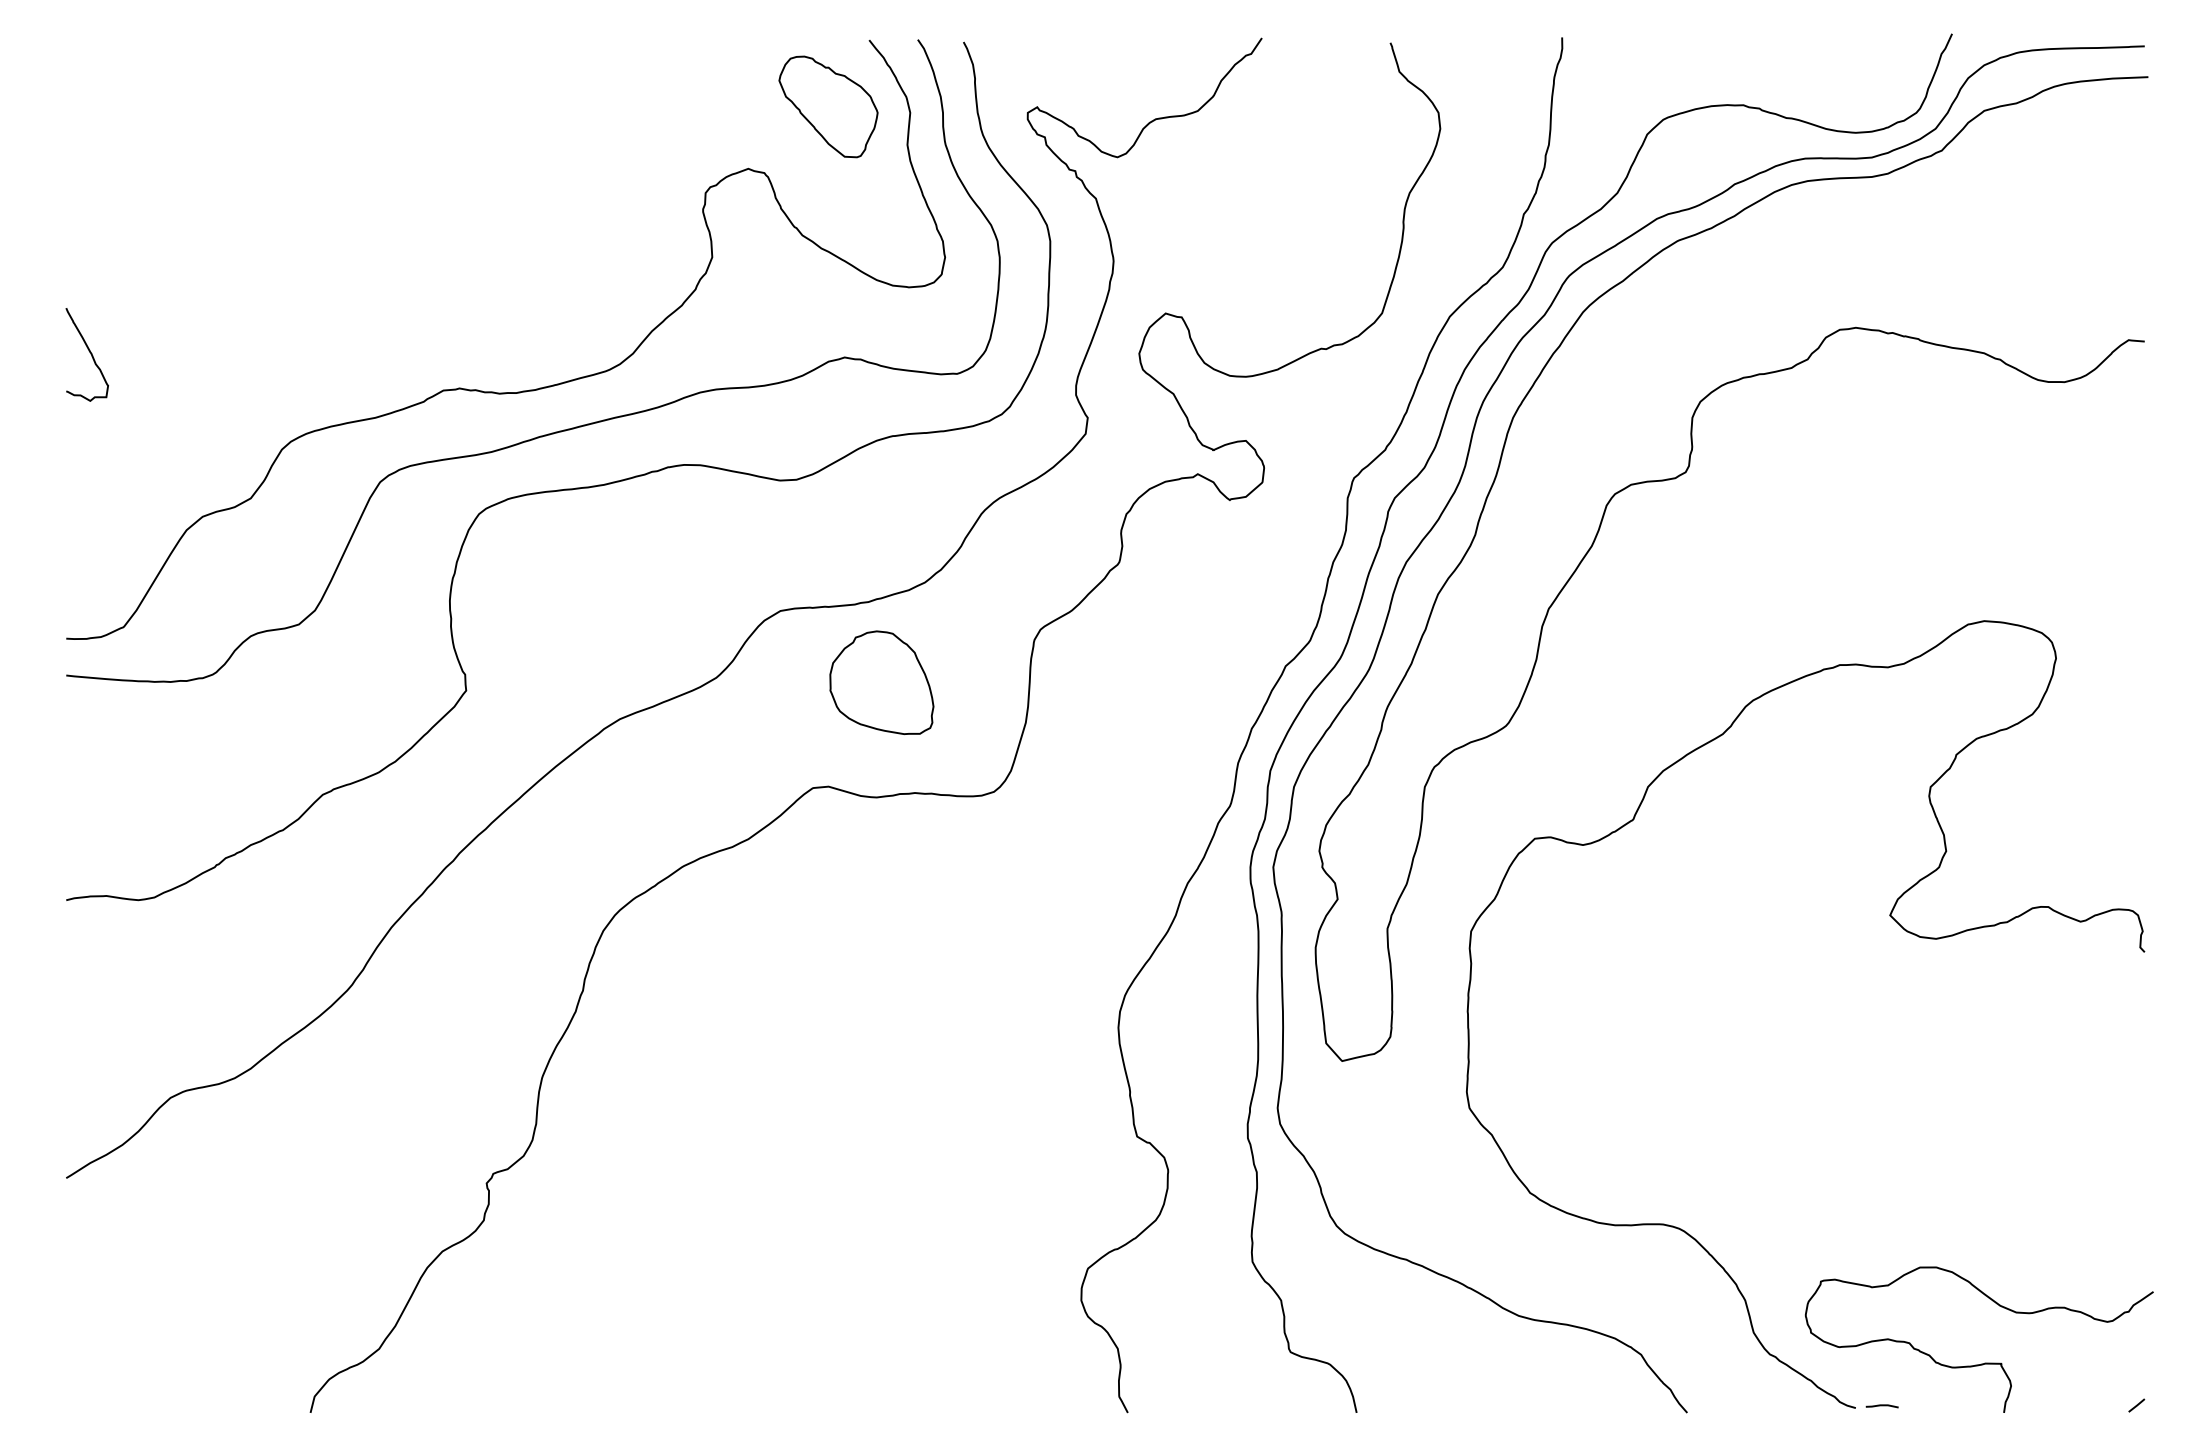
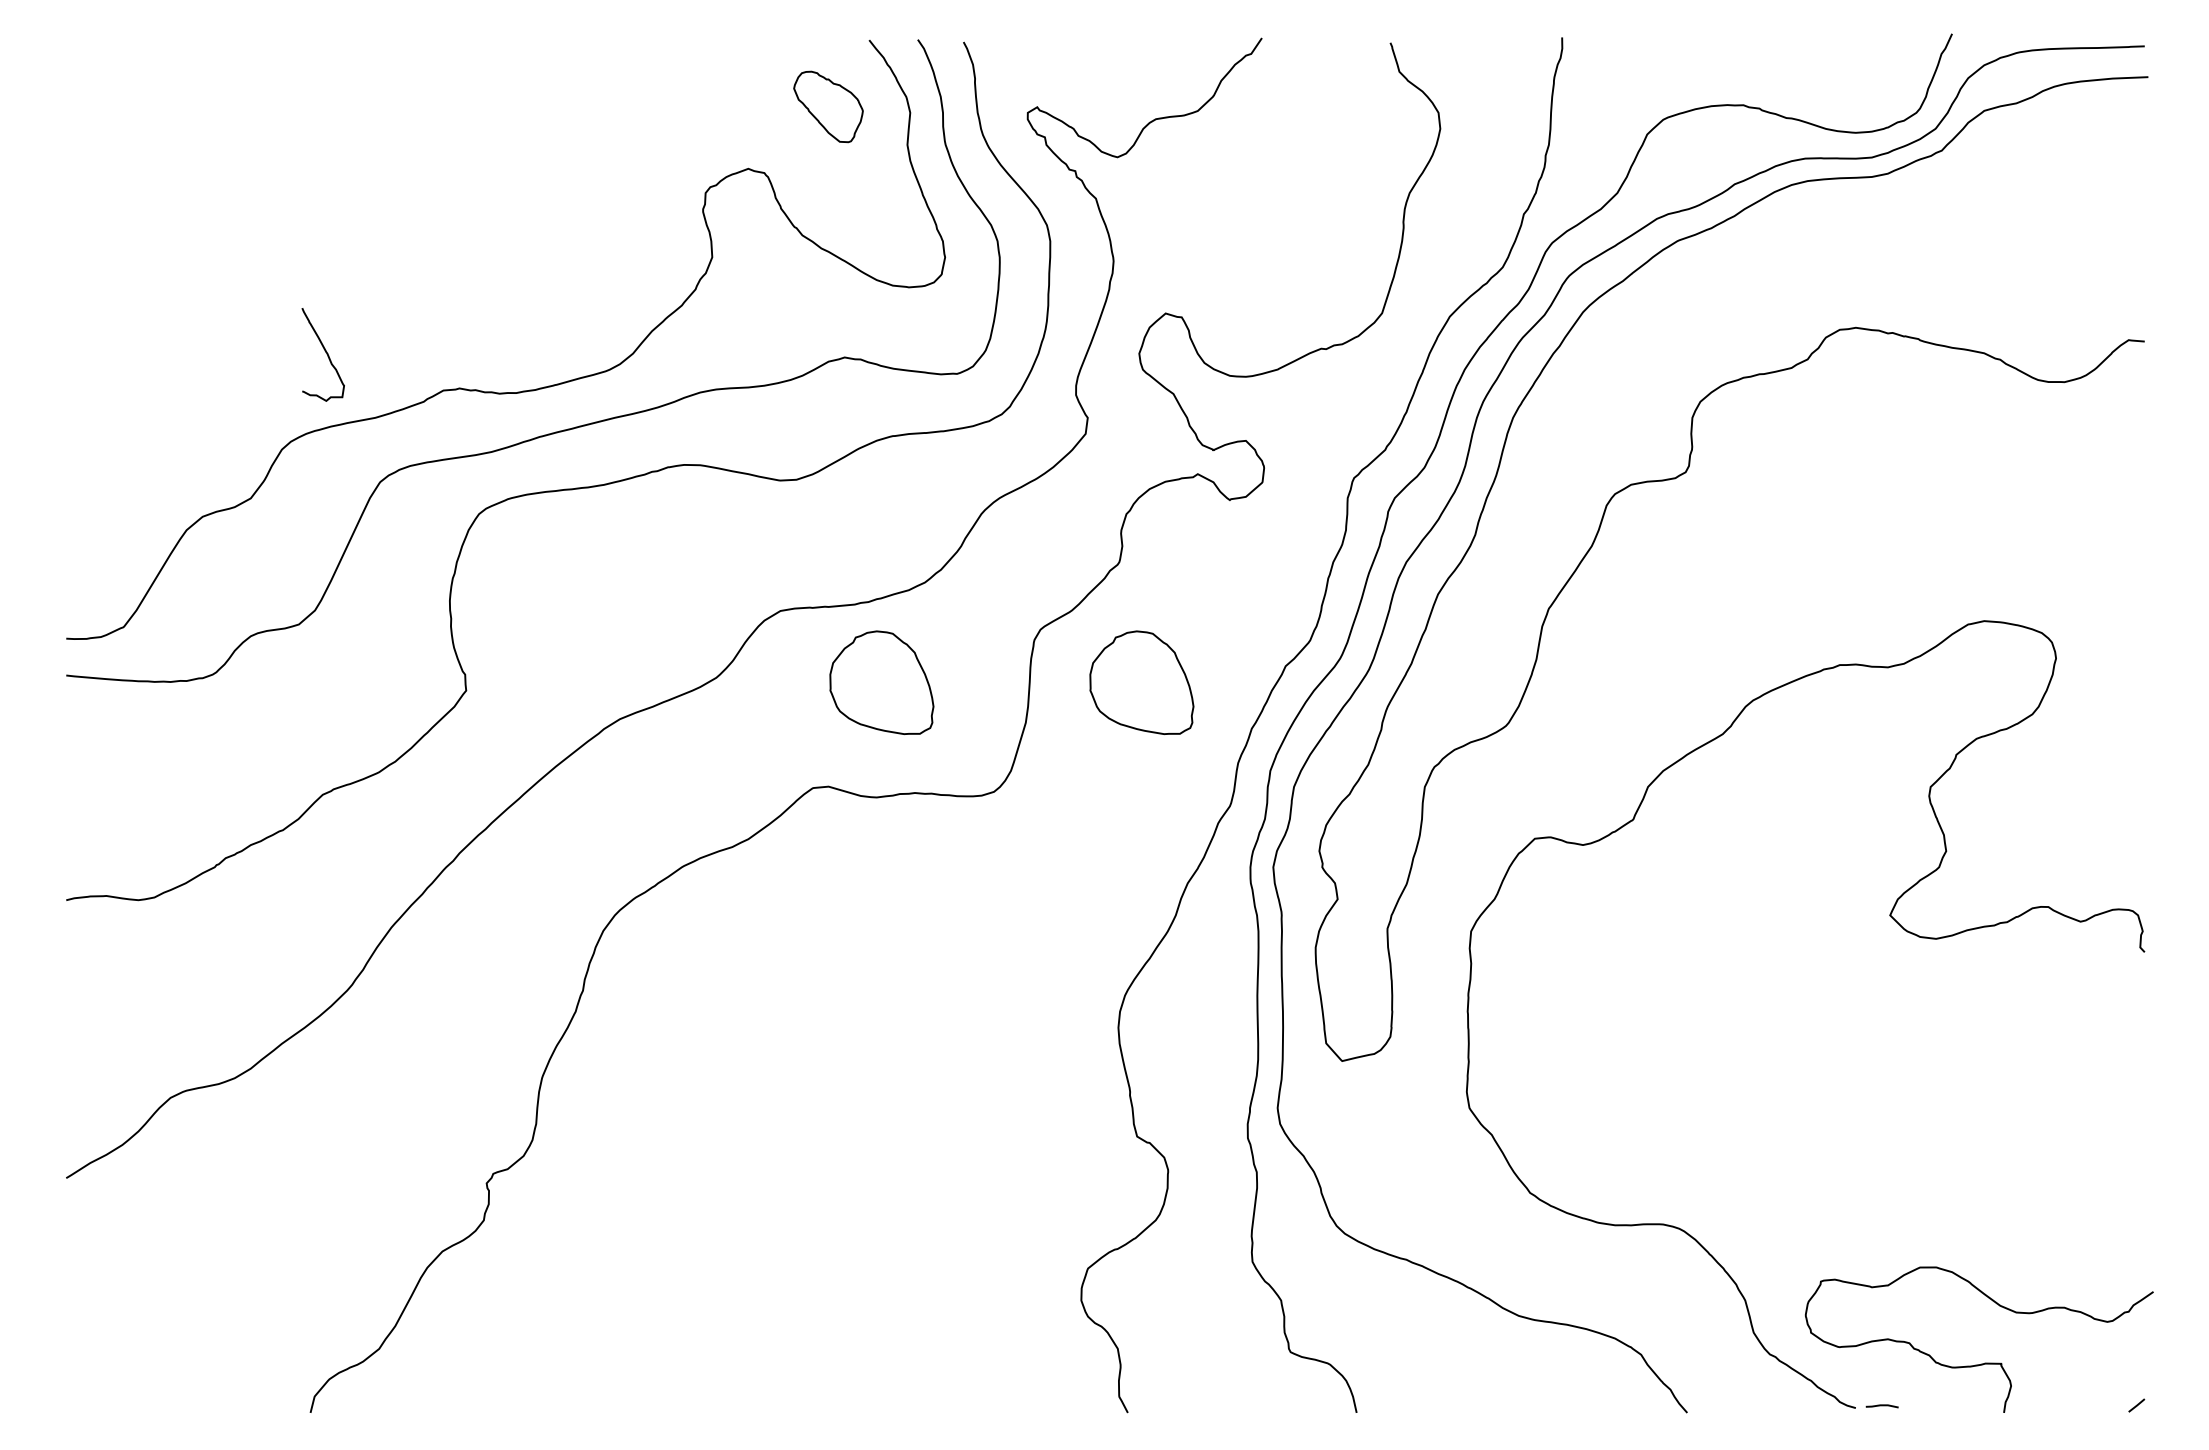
part at (828, 106) size: 101x104 px -> 71x74 px
curve at (88, 351) position: (88, 351) -> (324, 351)
part at (1141, 682): none -> present
